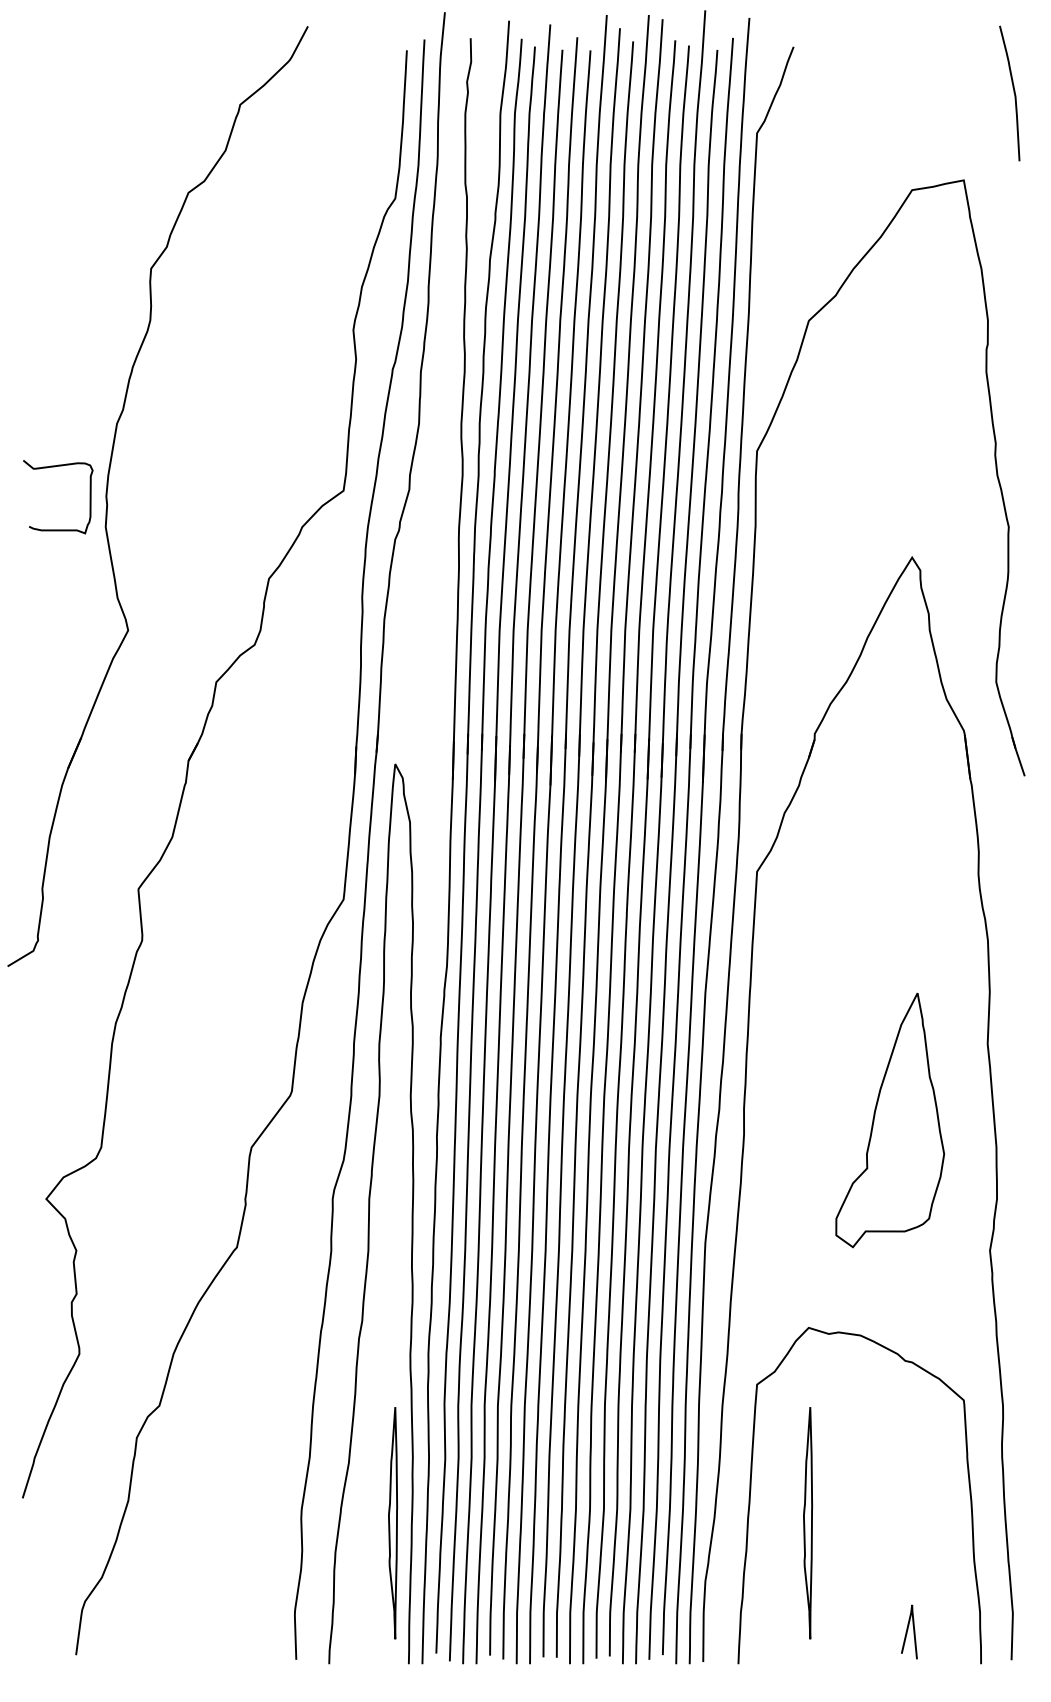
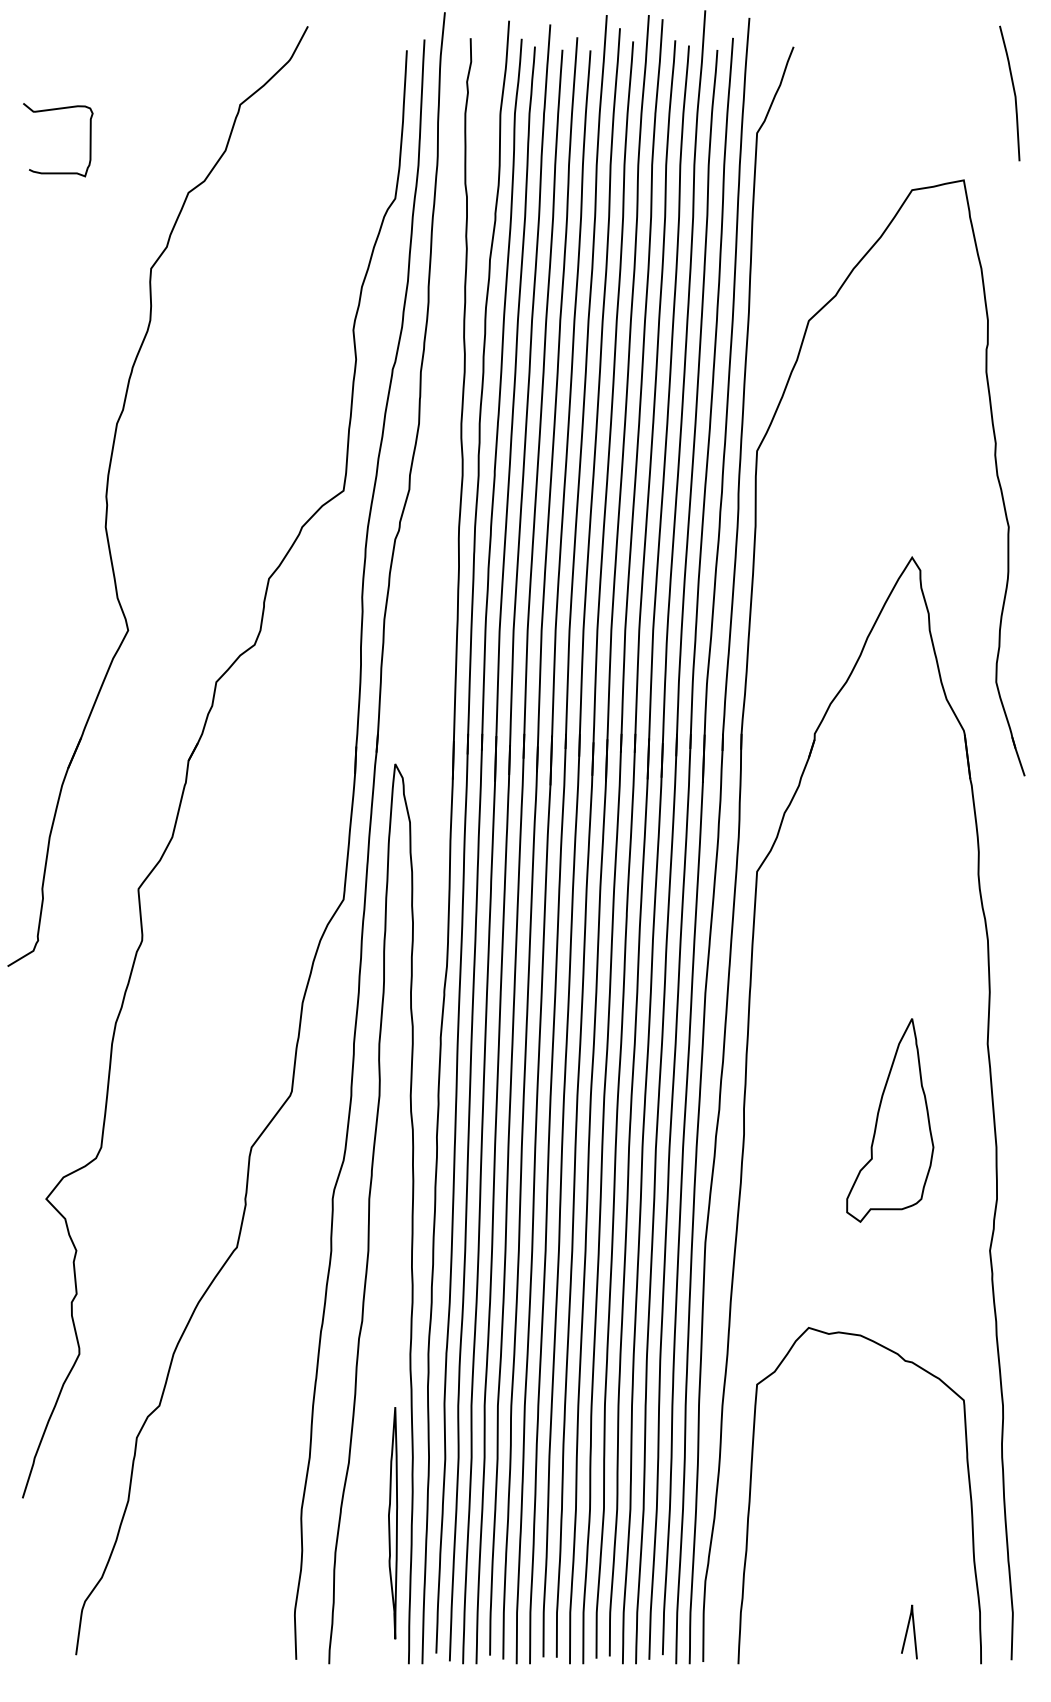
curve at (55, 467) position: (55, 467) -> (55, 110)
part at (890, 1120) size: 111x257 px -> 89x205 px
part at (807, 1523): present -> none
